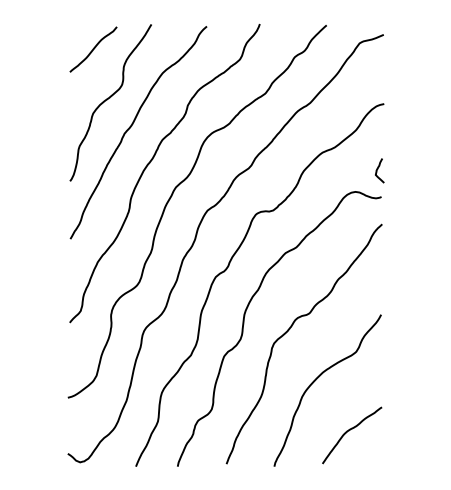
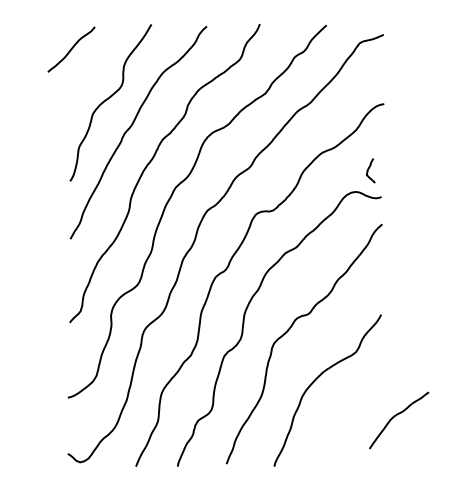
curve at (93, 49) position: (93, 49) -> (71, 49)
curve at (378, 169) position: (378, 169) -> (369, 169)
curve at (349, 431) position: (349, 431) -> (396, 416)
